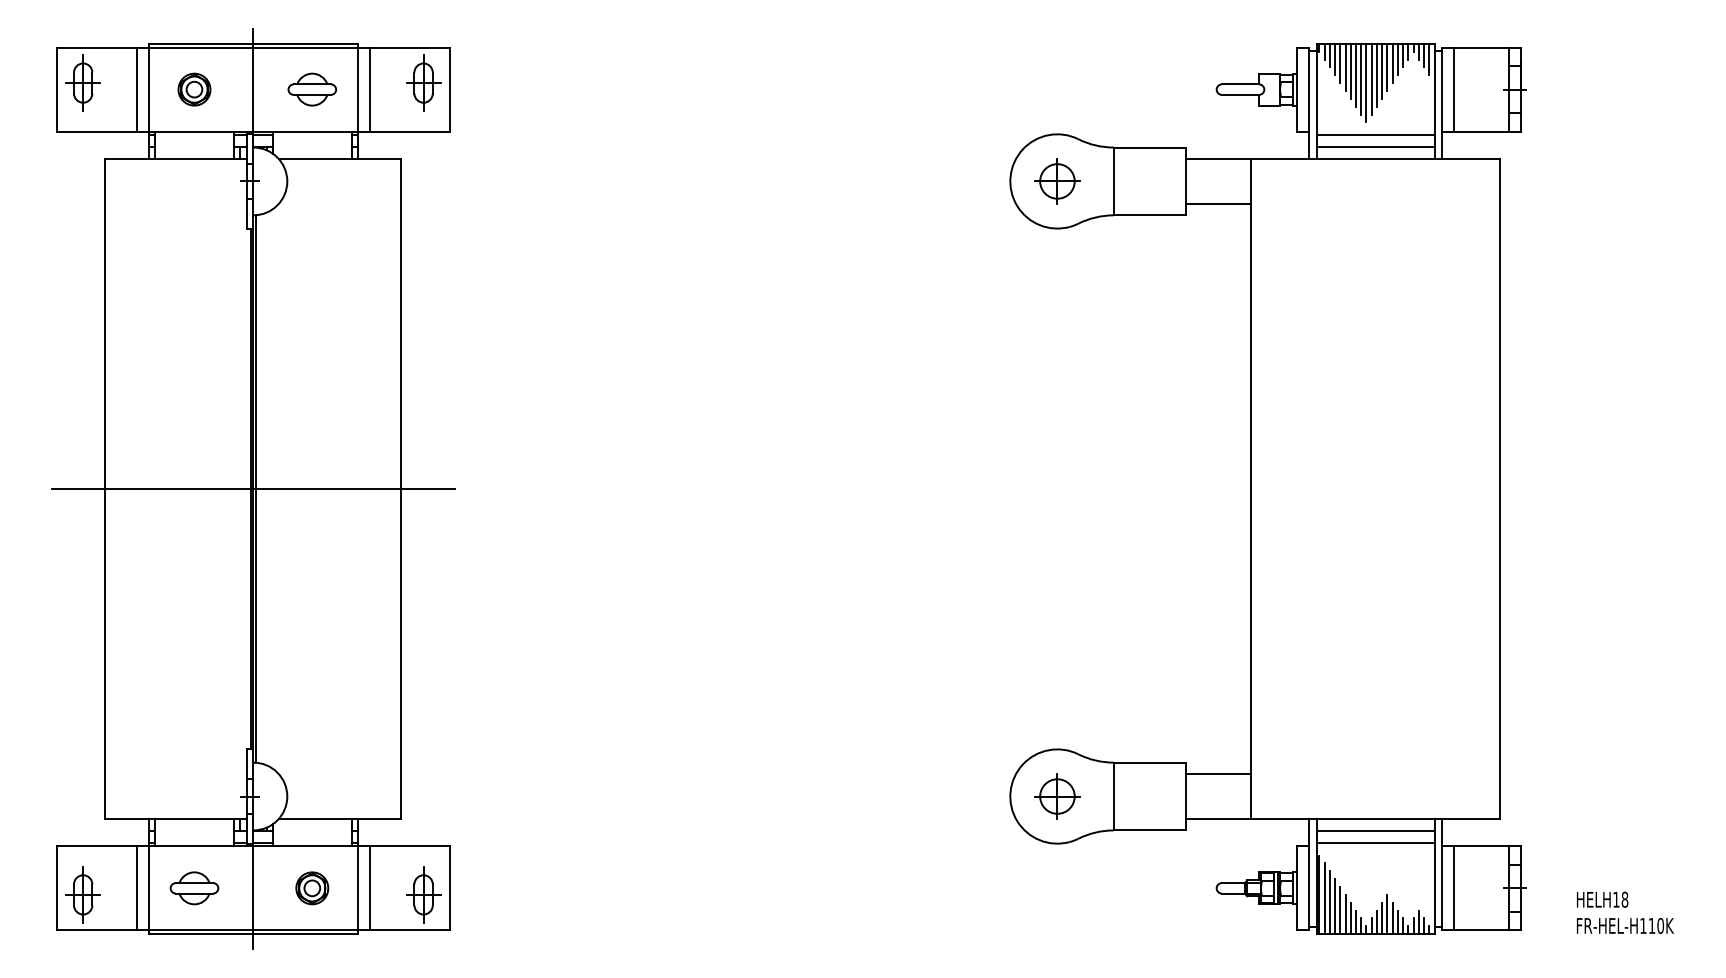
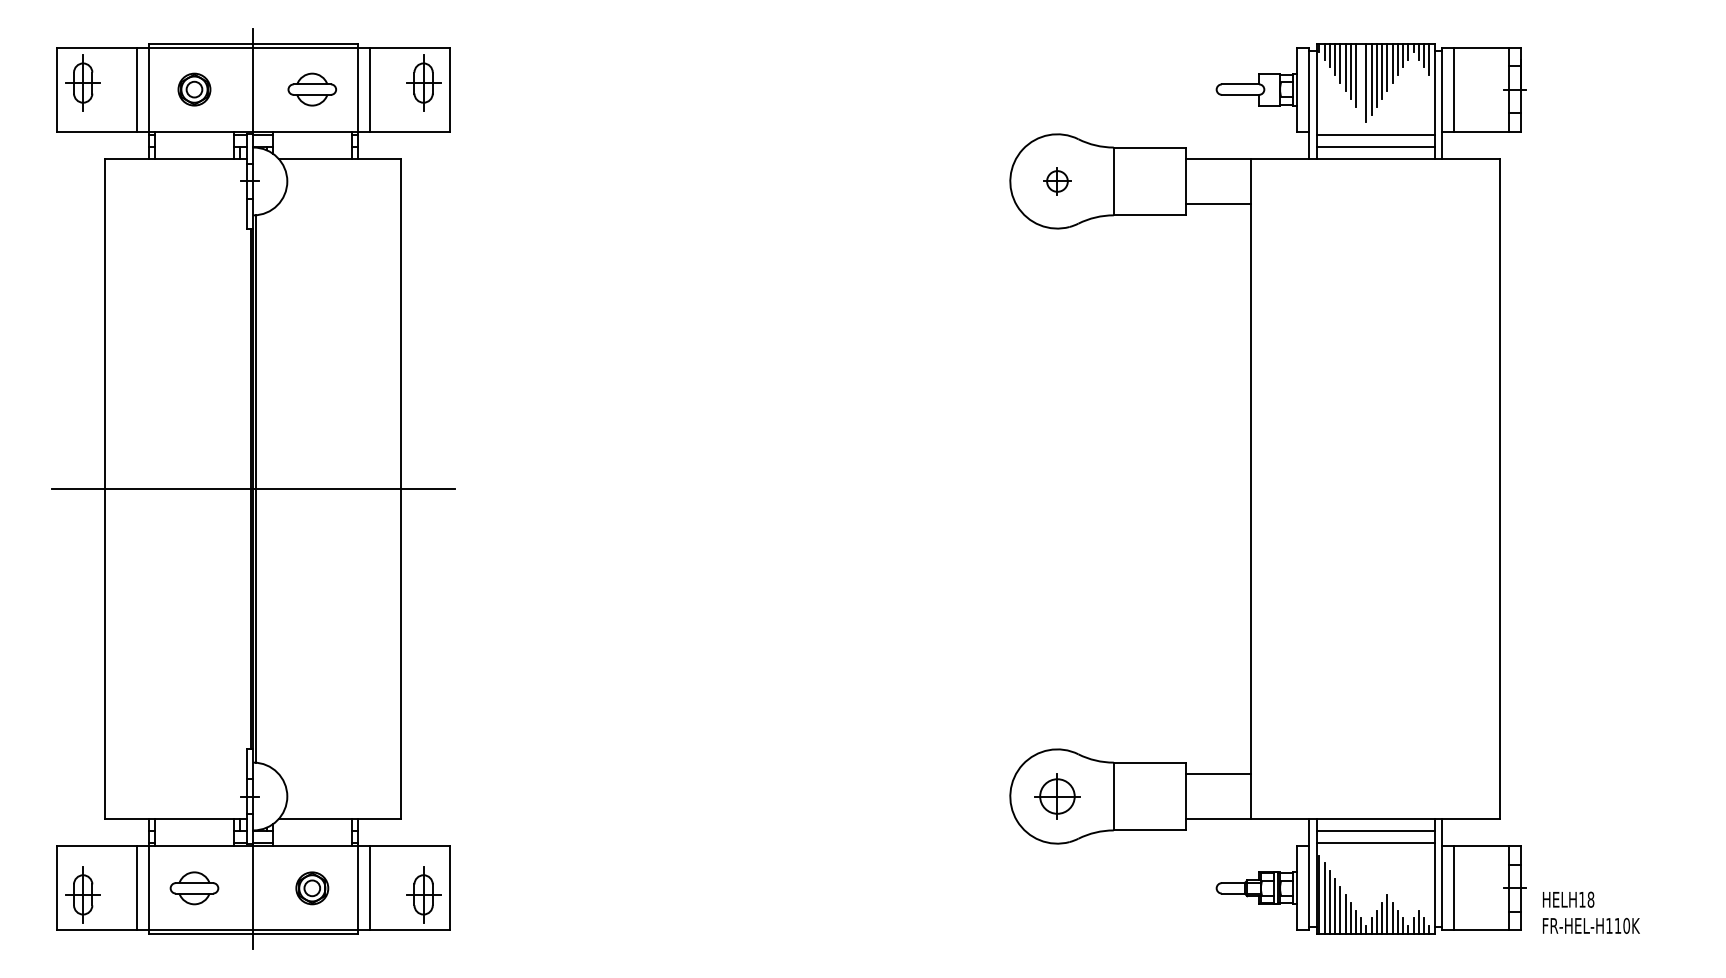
line at (1361, 78): present -> none
part at (1057, 181) size: 47x47 px -> 29x29 px
text at (1625, 912) position: (1625, 912) -> (1591, 912)
